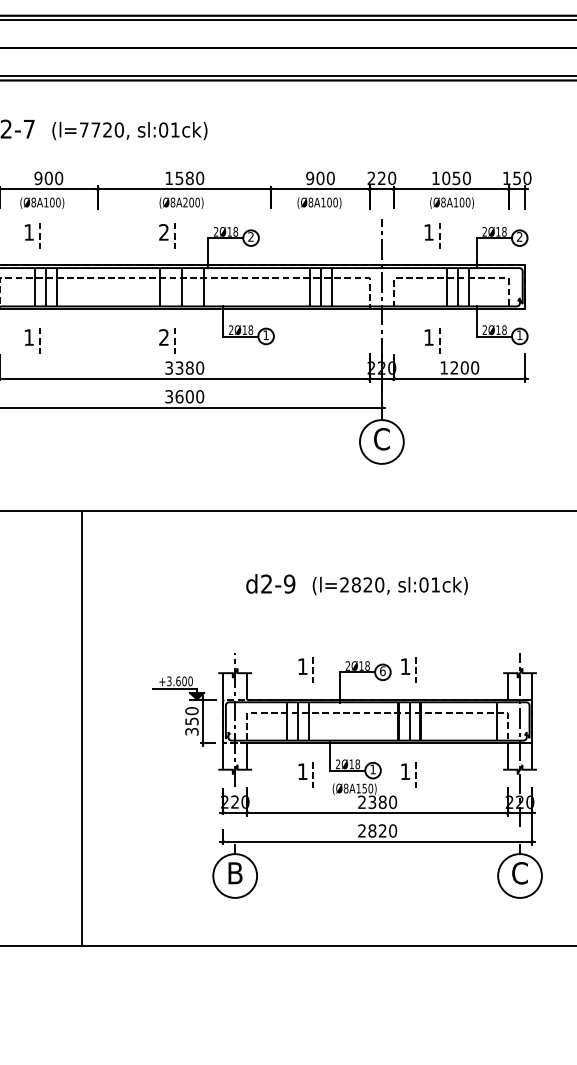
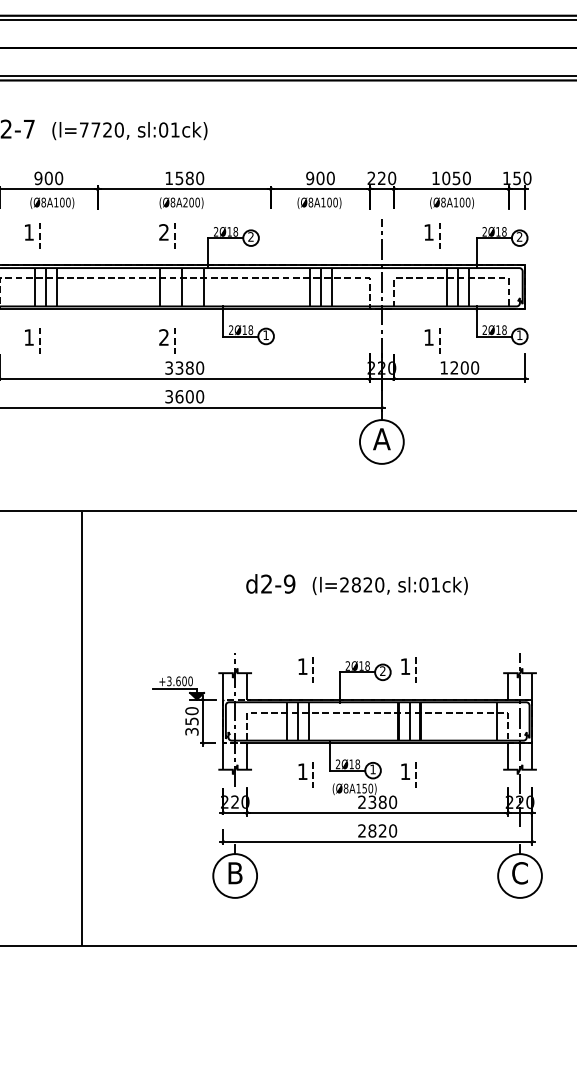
text at (42, 202) position: (42, 202) -> (52, 202)
text at (381, 439): C -> A
text at (382, 671): 6 -> 2
